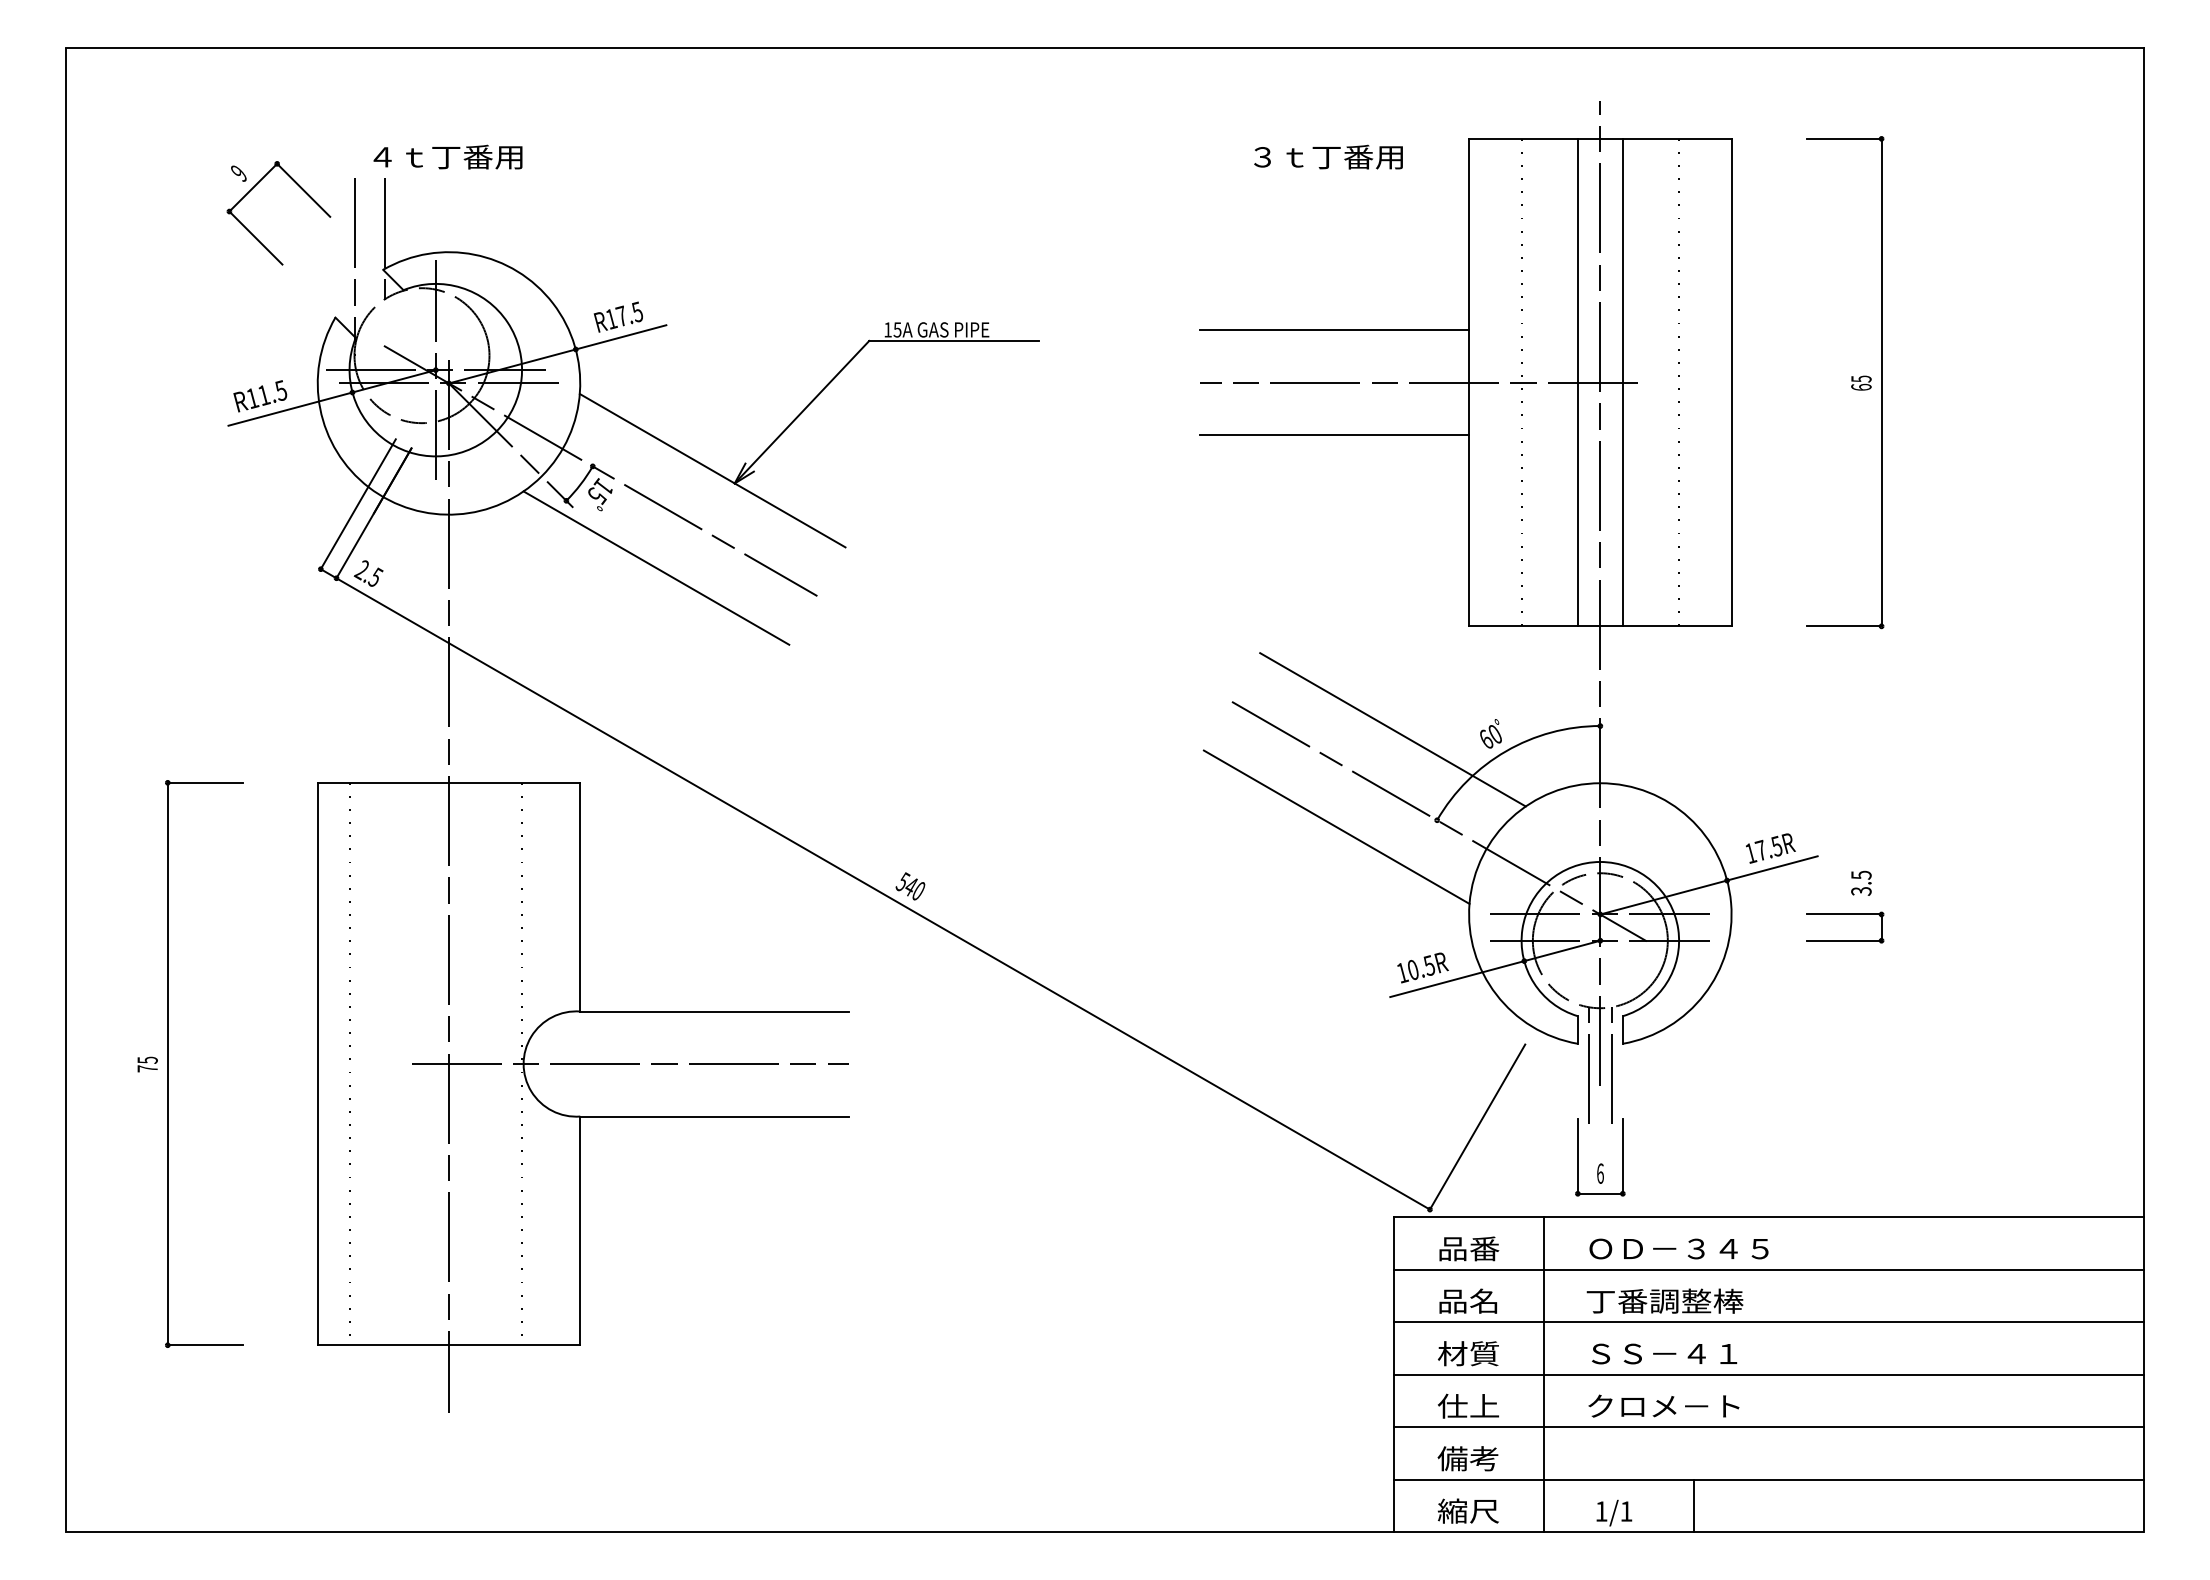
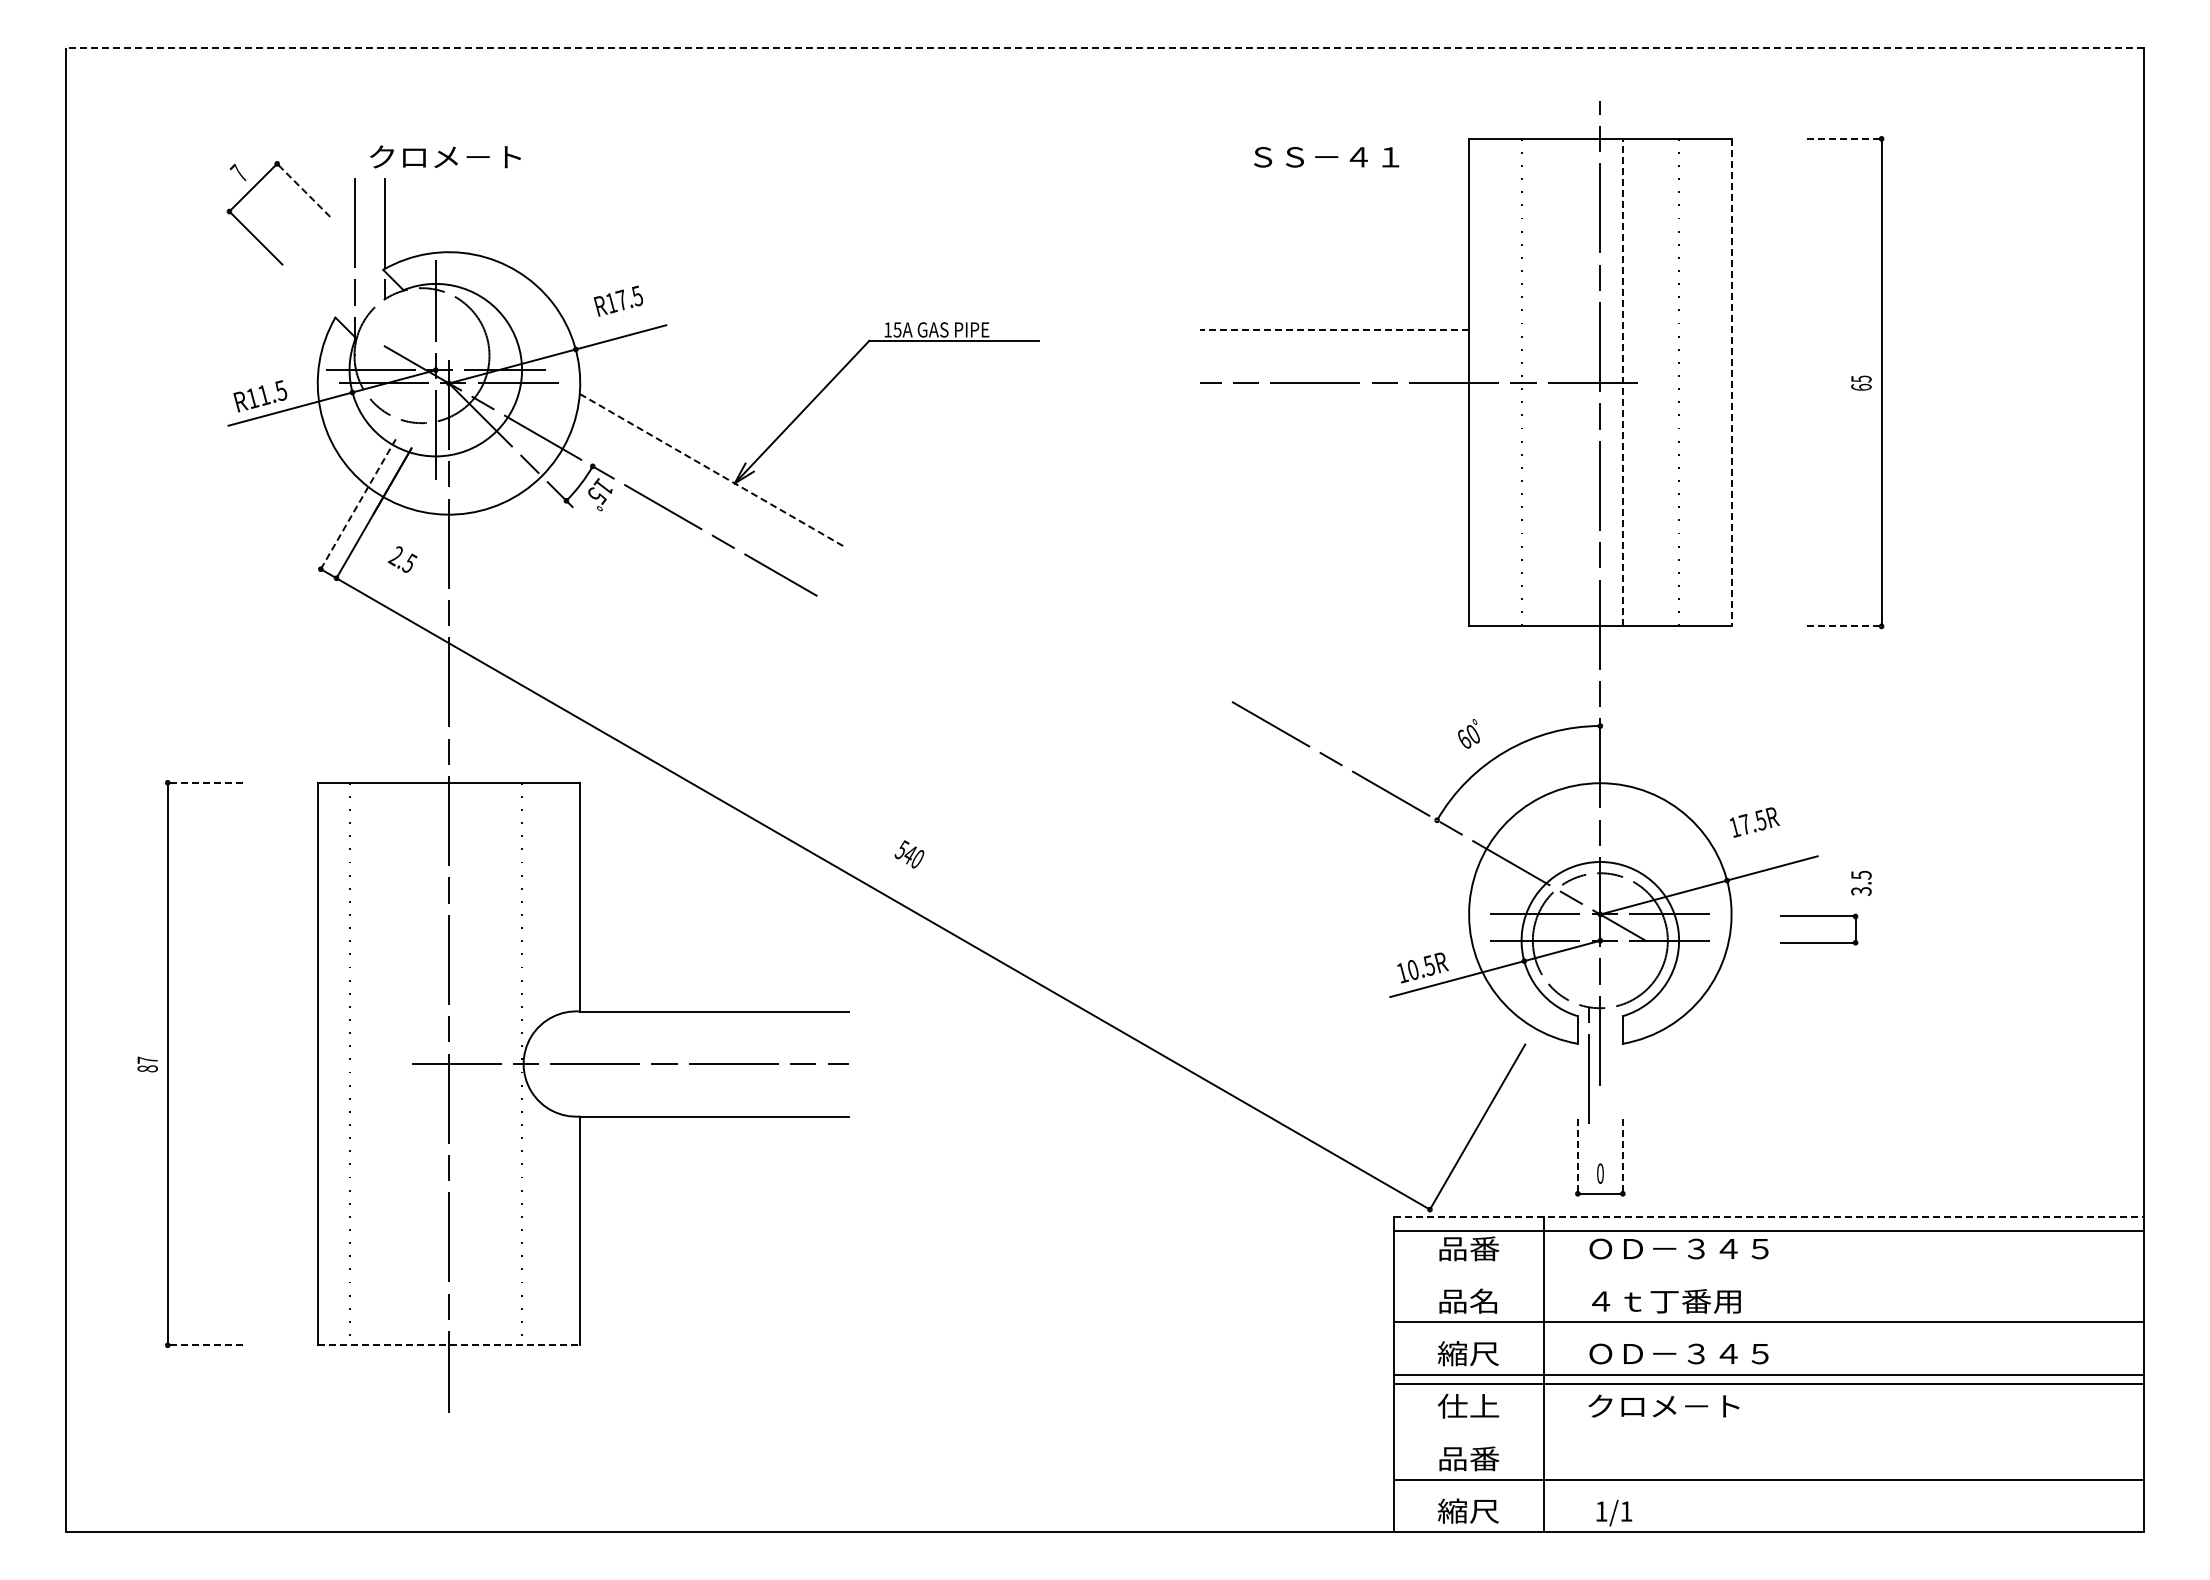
line at (1105, 47): solid -> dashed
line at (1844, 138): solid -> dashed
text at (446, 156): ４ｔ丁番用 -> クロメ－ト
text at (1328, 156): ３ｔ丁番用 -> ＳＳ－４１
text at (237, 172): 9 -> 7
line at (303, 190): solid -> dashed
text at (617, 316) position: (617, 316) -> (617, 300)
line at (1334, 330): solid -> dashed
line at (1577, 382): present -> none
line at (1622, 382): solid -> dashed
line at (1731, 382): solid -> dashed
line at (1334, 435): present -> none
line at (713, 470): solid -> dashed
line at (358, 504): solid -> dashed
line at (656, 567): present -> none
text at (368, 573) position: (368, 573) -> (402, 559)
line at (1844, 626): solid -> dashed
line at (1392, 729): present -> none
text at (1490, 733) position: (1490, 733) -> (1468, 733)
line at (204, 782): solid -> dashed
line at (1336, 826): present -> none
text at (1770, 848) position: (1770, 848) -> (1754, 822)
text at (910, 886) position: (910, 886) -> (909, 854)
part at (1845, 914) position: (1845, 914) -> (1819, 916)
text at (147, 1064): 75 -> 87
line at (1611, 1065): present -> none
line at (1577, 1156): solid -> dashed
line at (1622, 1156): solid -> dashed
text at (1600, 1173): 6 -> 0
line at (1768, 1217): solid -> dashed
line at (1768, 1269) position: (1768, 1269) -> (1768, 1230)
text at (1664, 1300): 丁番調整棒 -> ４ｔ丁番用
line at (204, 1345): solid -> dashed
line at (449, 1345): solid -> dashed
text at (1467, 1353): 材質 -> 縮尺
text at (1678, 1353): ＳＳ－４１ -> ＯＤ－３４５
line at (1768, 1427) position: (1768, 1427) -> (1768, 1384)
text at (1468, 1458): 備考 -> 品番
line at (1693, 1505): present -> none
